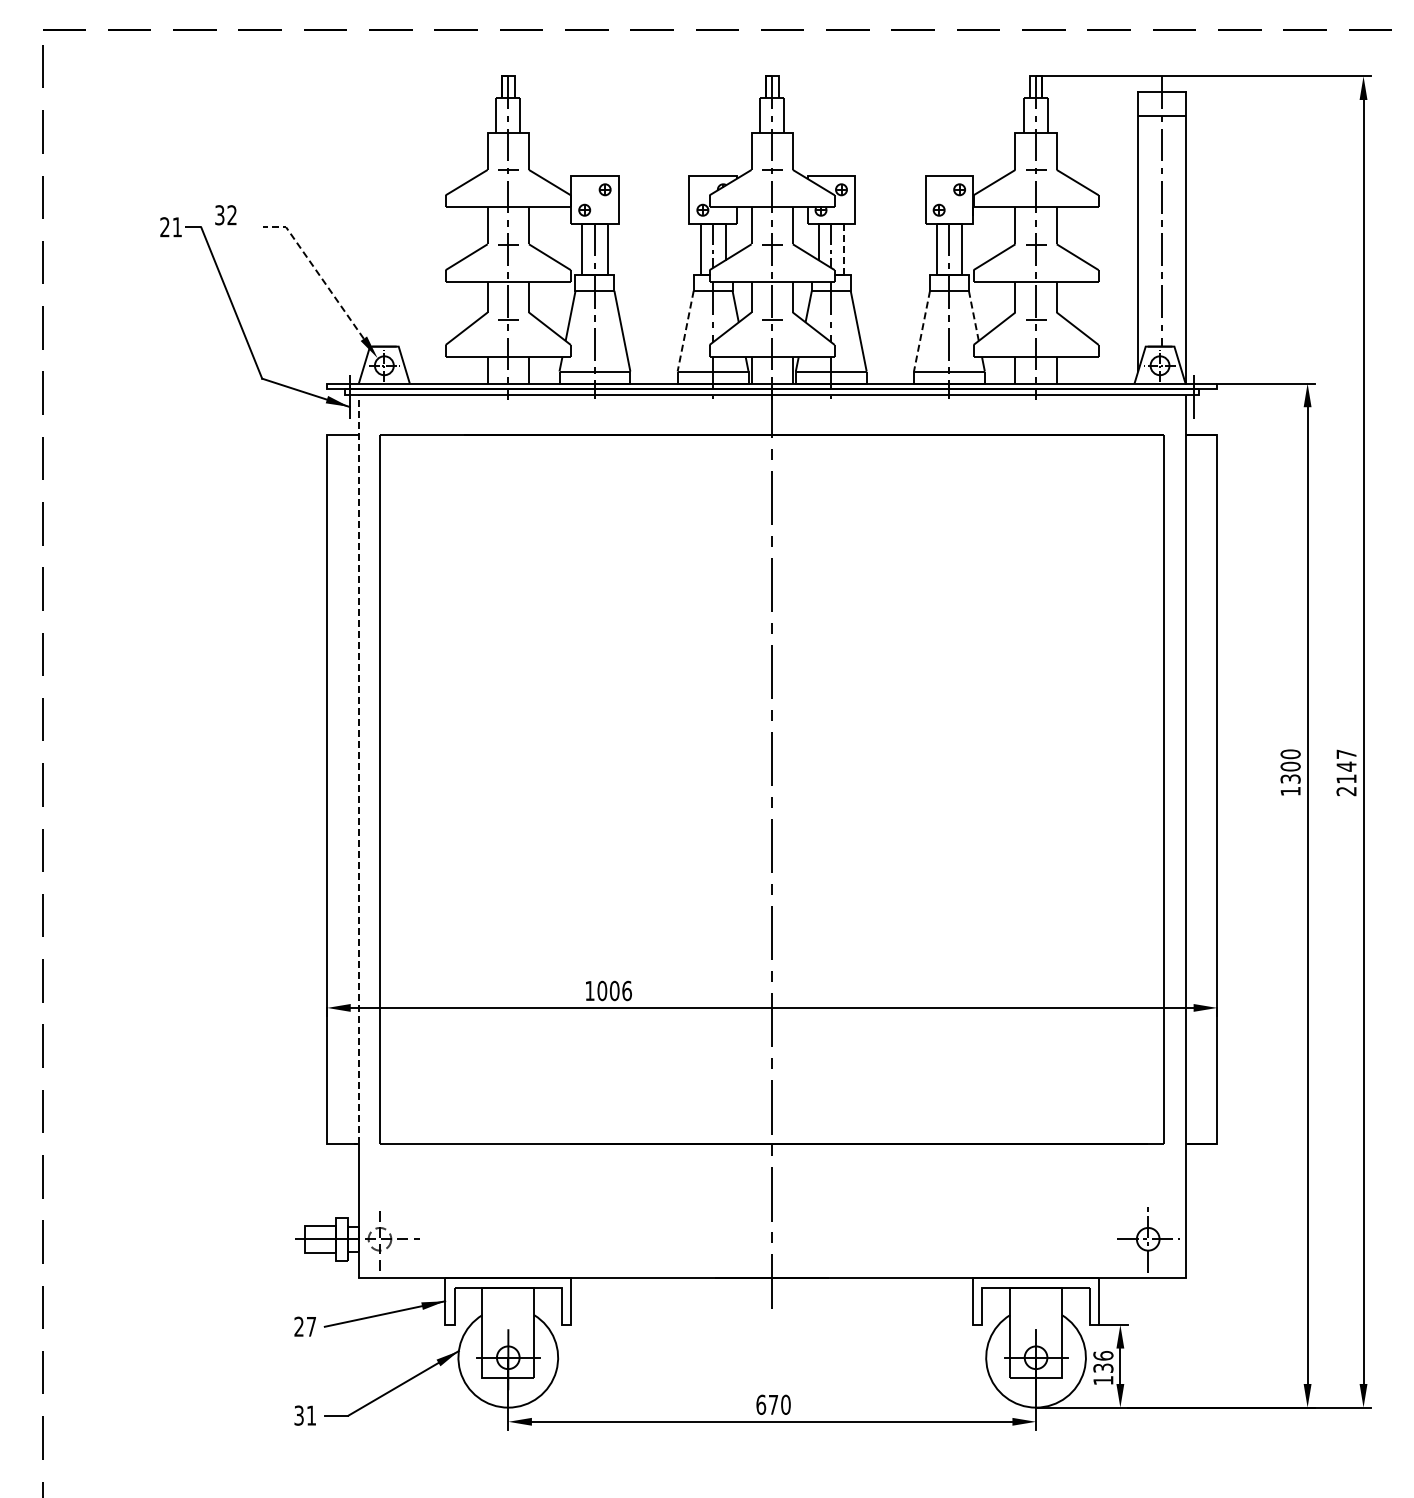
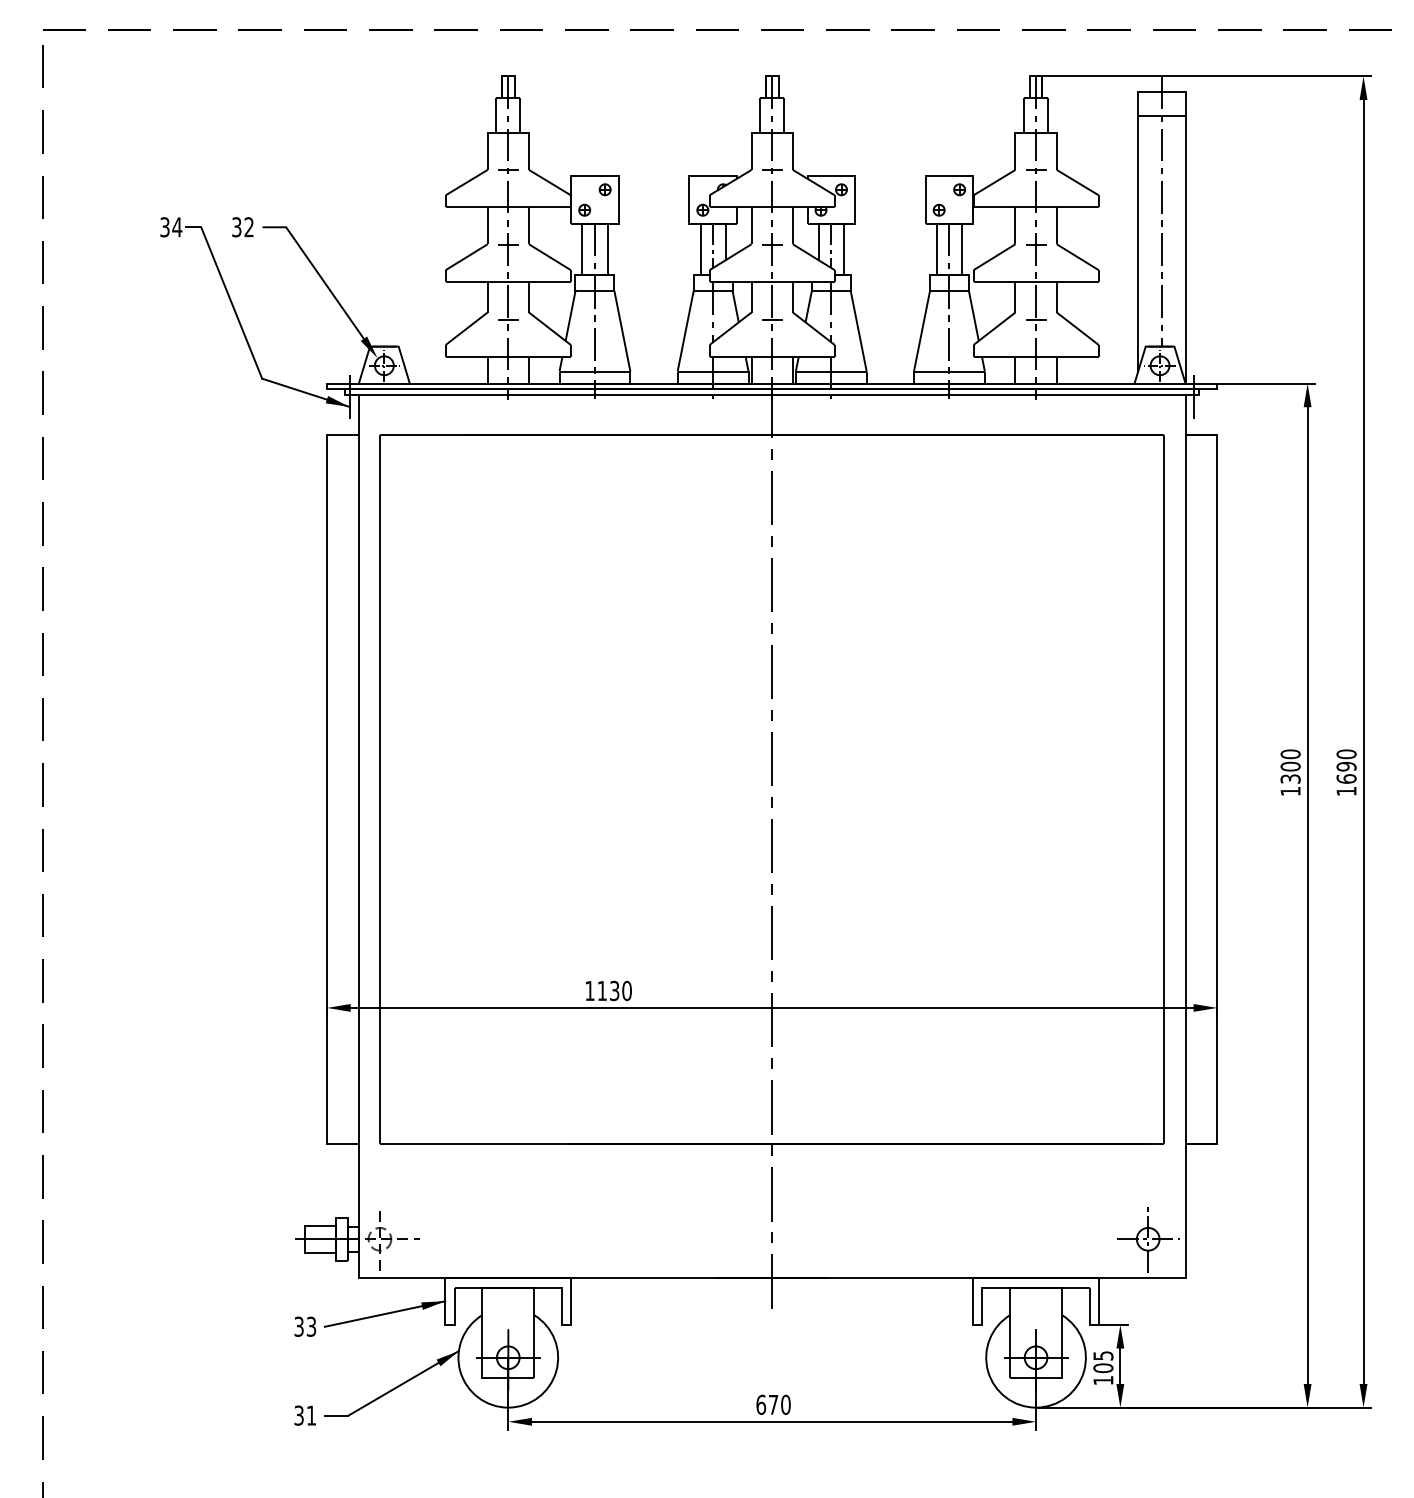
text at (225, 215) position: (225, 215) -> (242, 227)
text at (171, 227): 21 -> 34
line at (843, 249): dashed -> solid
line at (317, 272): dashed -> solid
line at (973, 315): dashed -> solid
line at (685, 331): dashed -> solid
line at (921, 331): dashed -> solid
line at (358, 769): dashed -> solid
text at (1346, 772): 2147 -> 1690
text at (614, 990): 1006 -> 1130
text at (305, 1326): 27 -> 33
text at (1103, 1362): 136 -> 105
